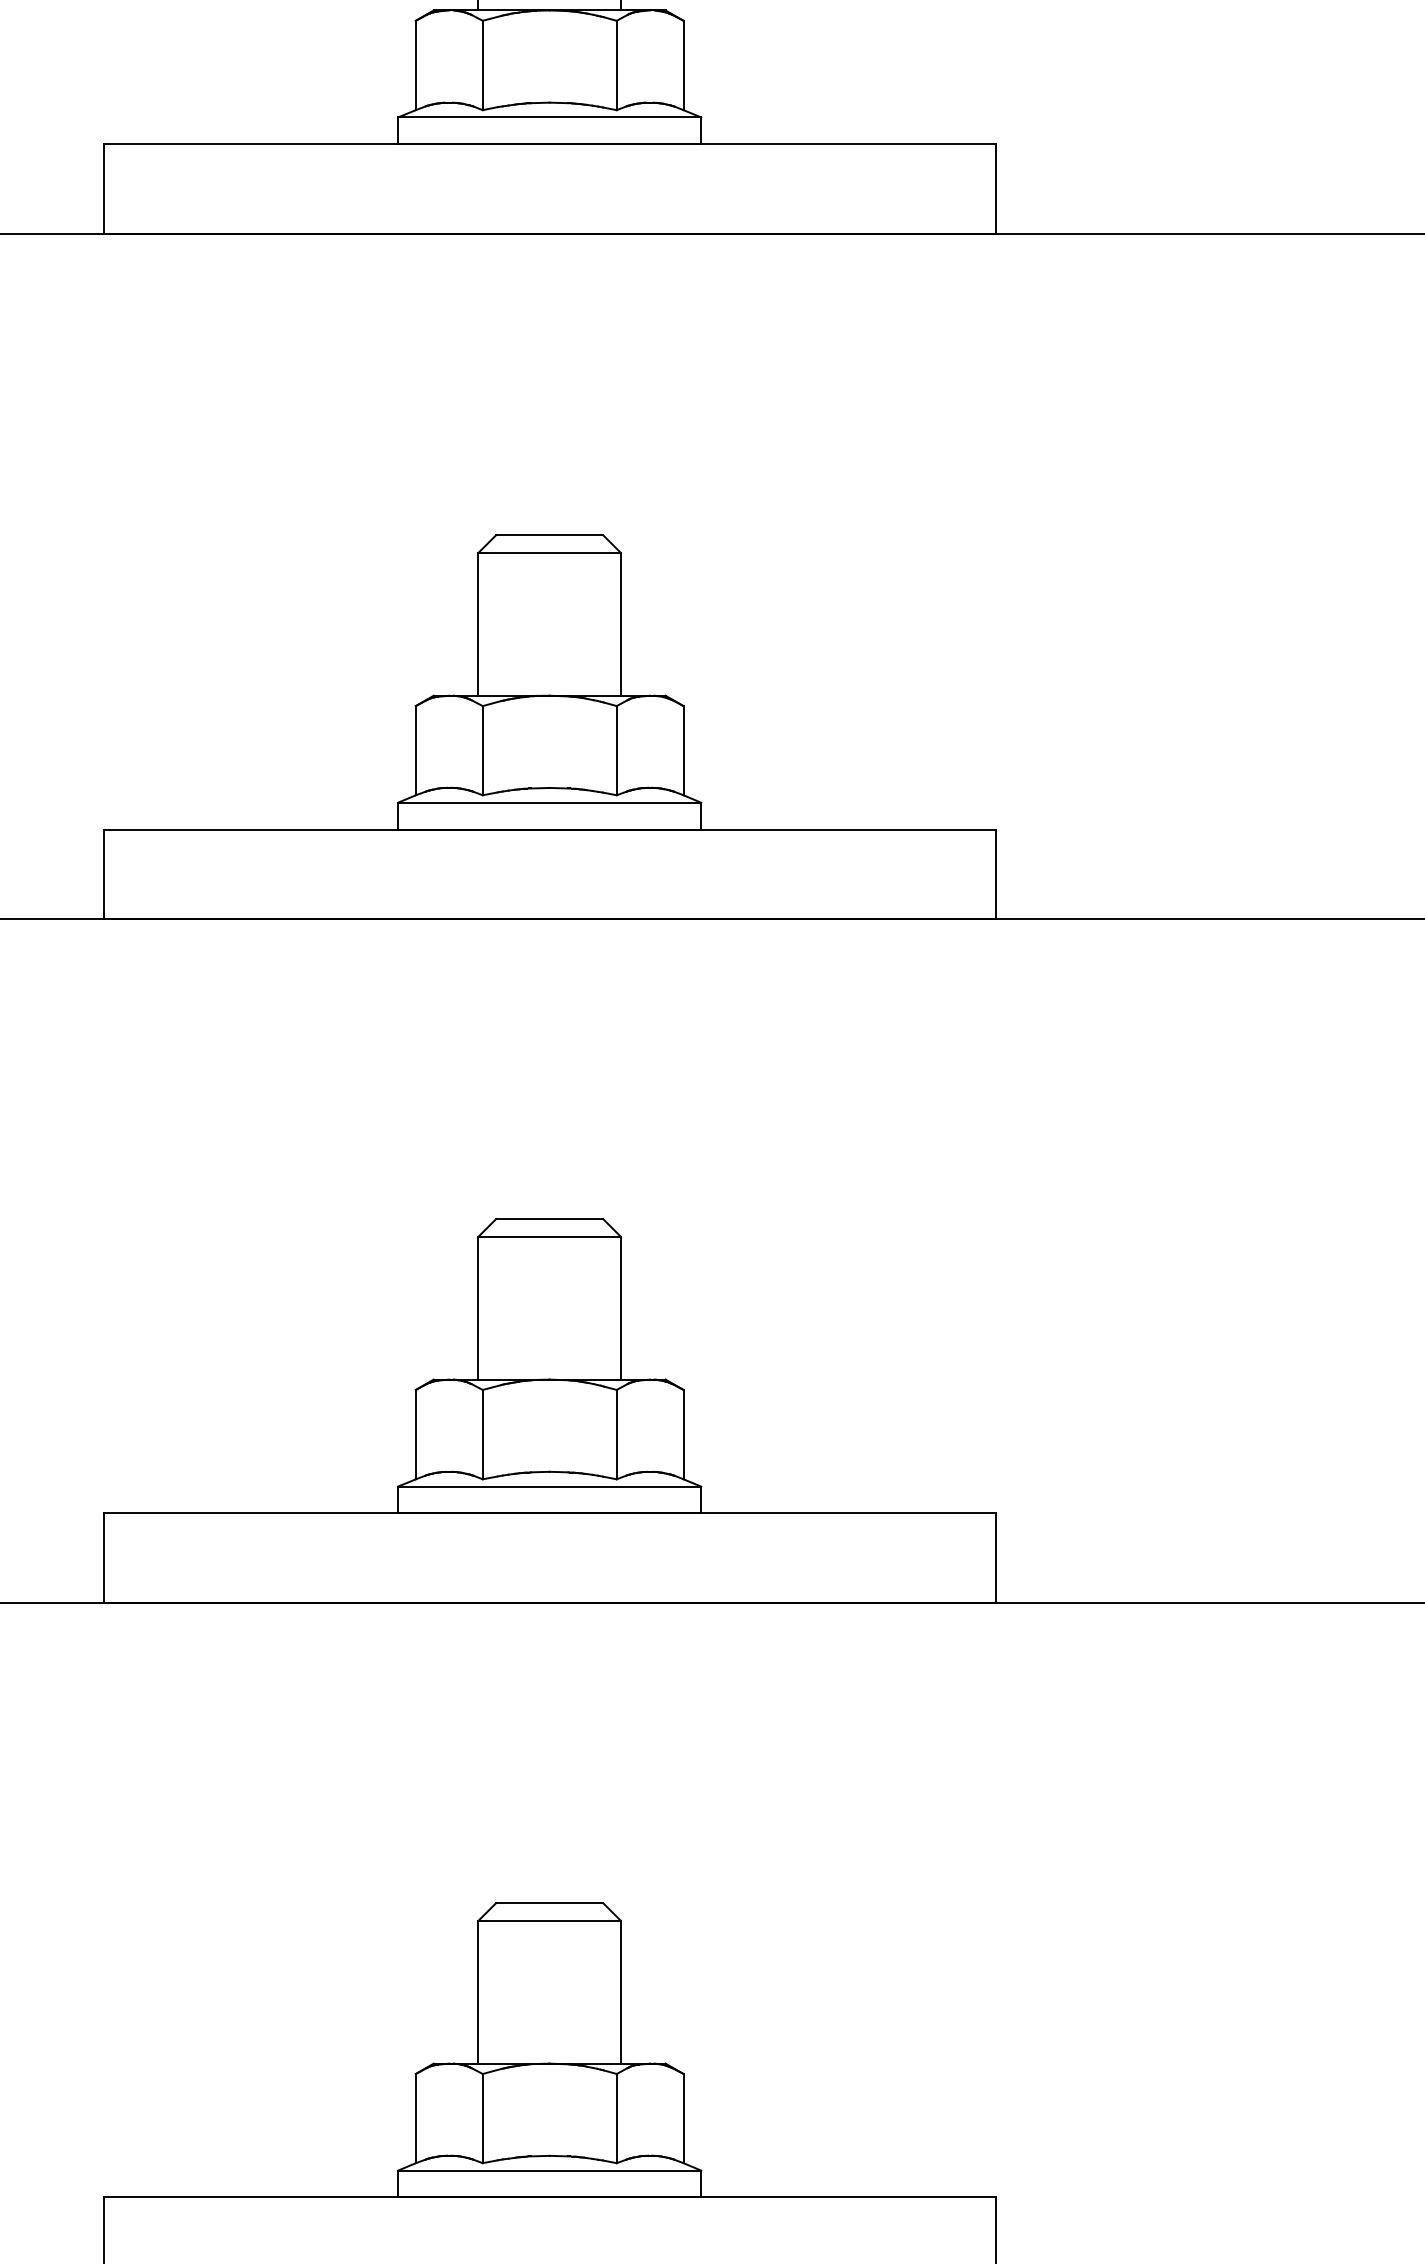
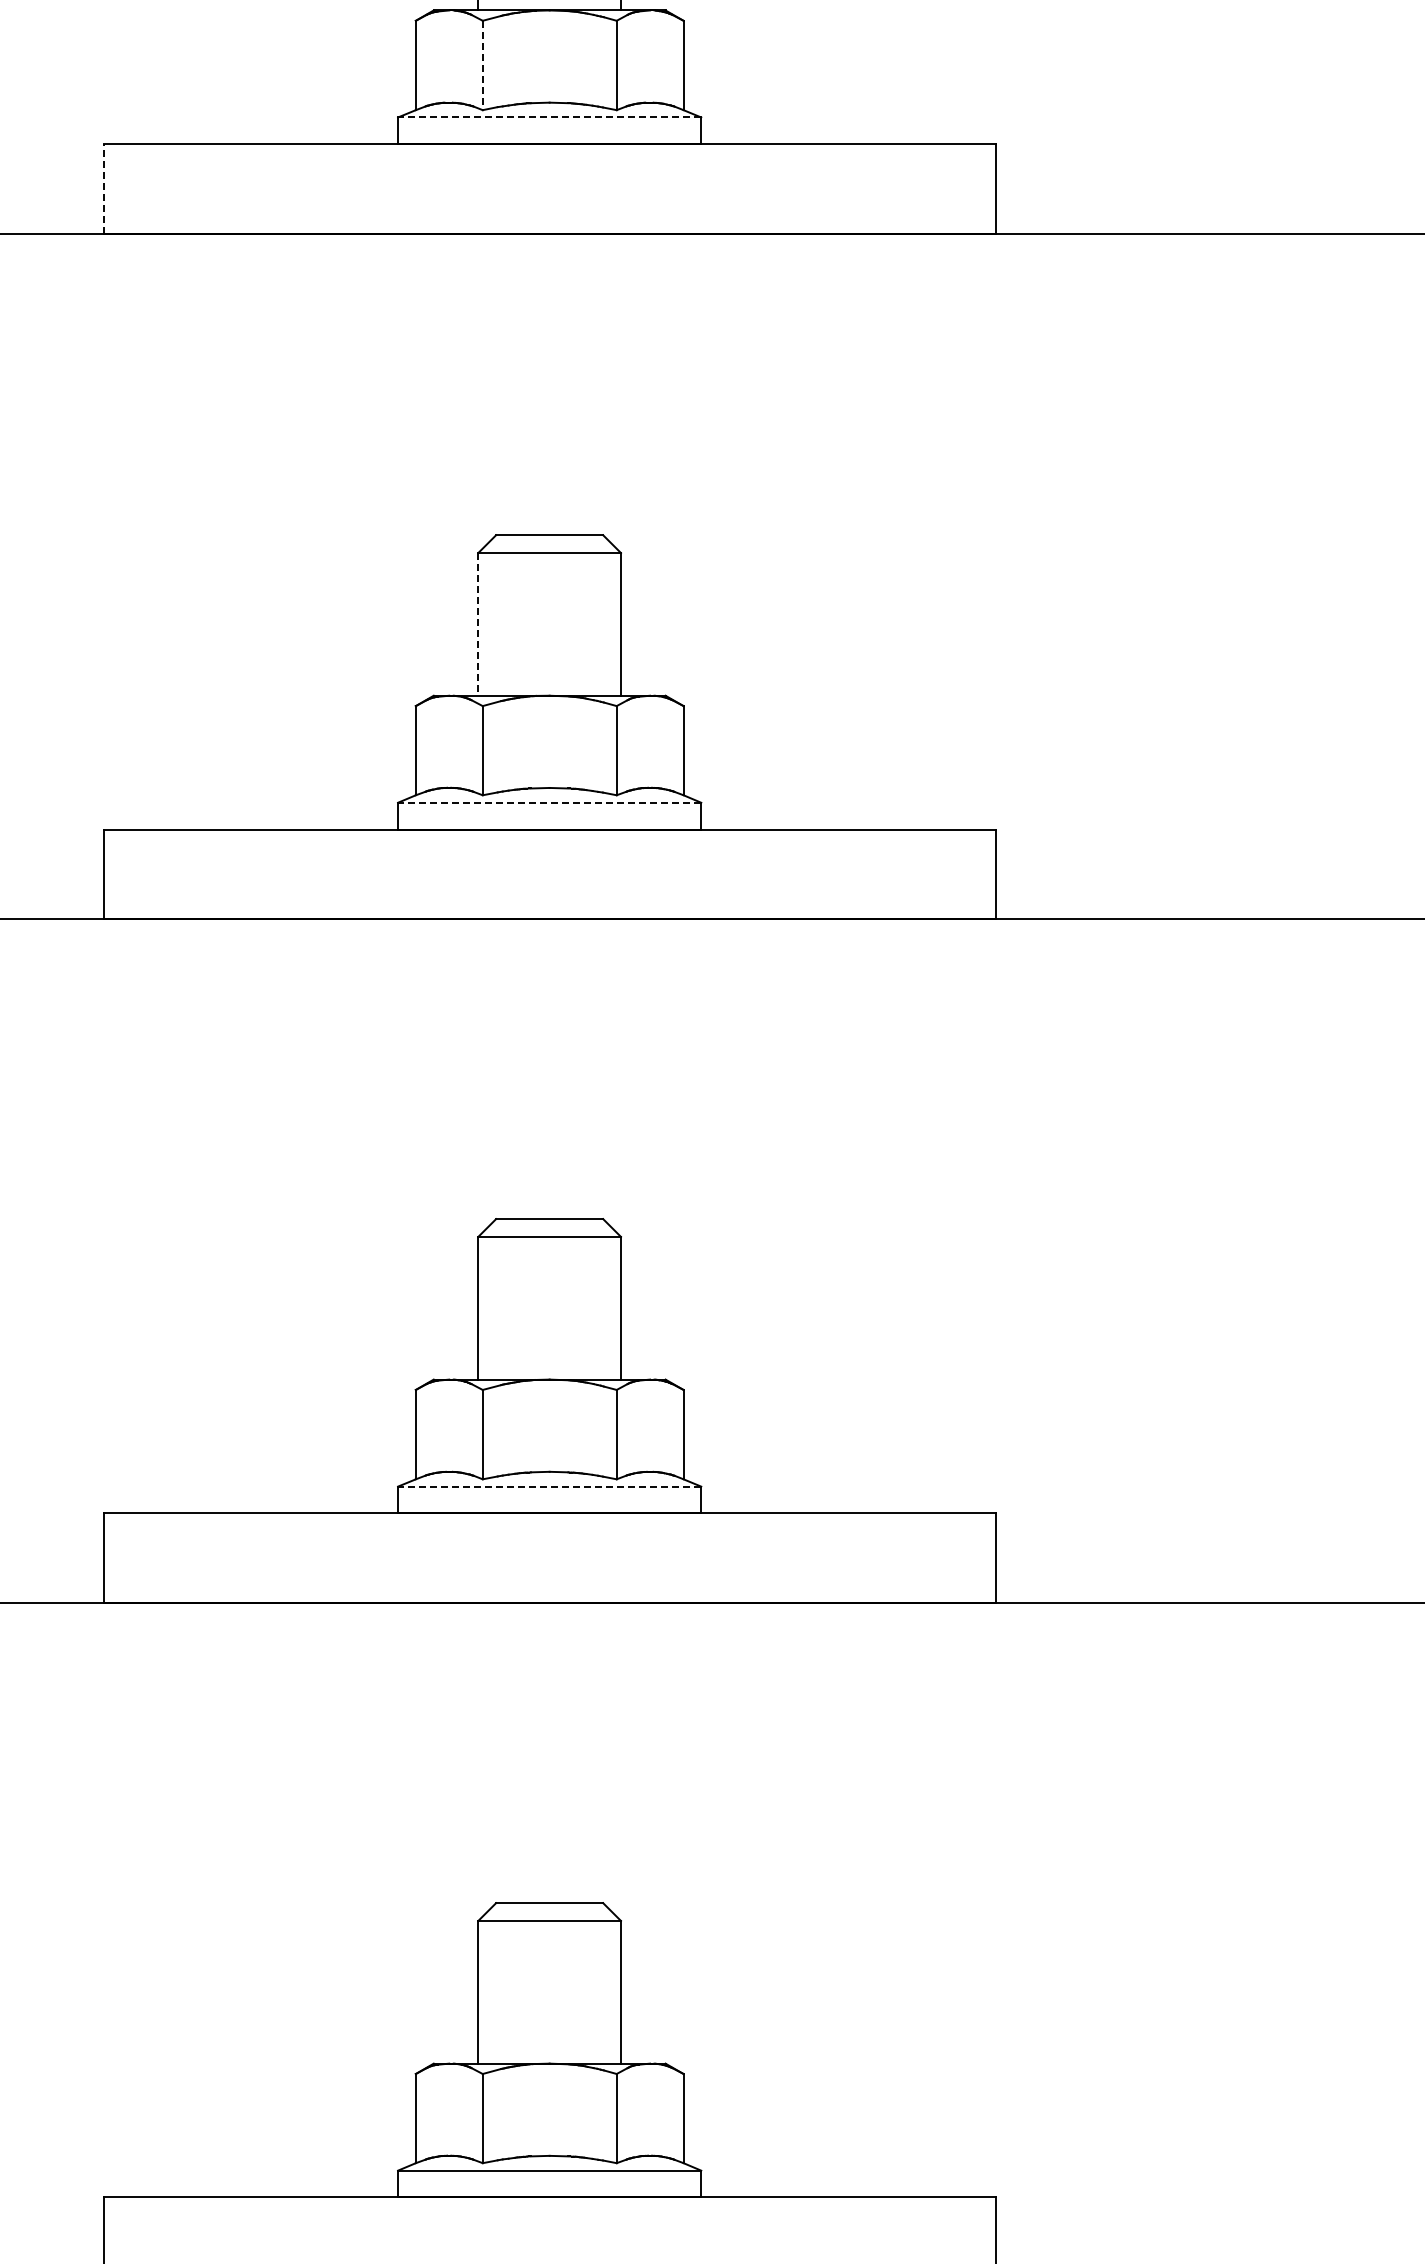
line at (482, 65): solid -> dashed
line at (549, 117): solid -> dashed
line at (103, 189): solid -> dashed
line at (478, 624): solid -> dashed
line at (549, 802): solid -> dashed
line at (549, 1486): solid -> dashed
